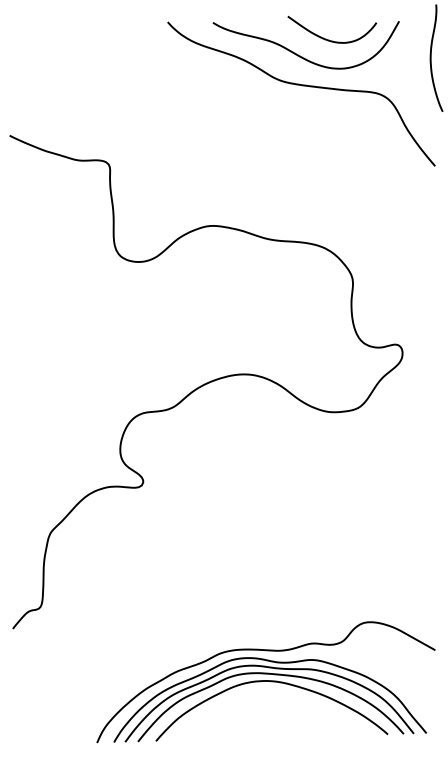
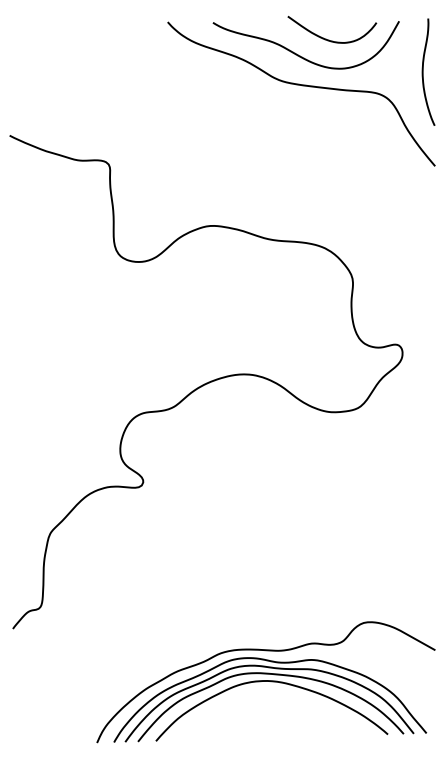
curve at (431, 57) position: (431, 57) -> (423, 71)
